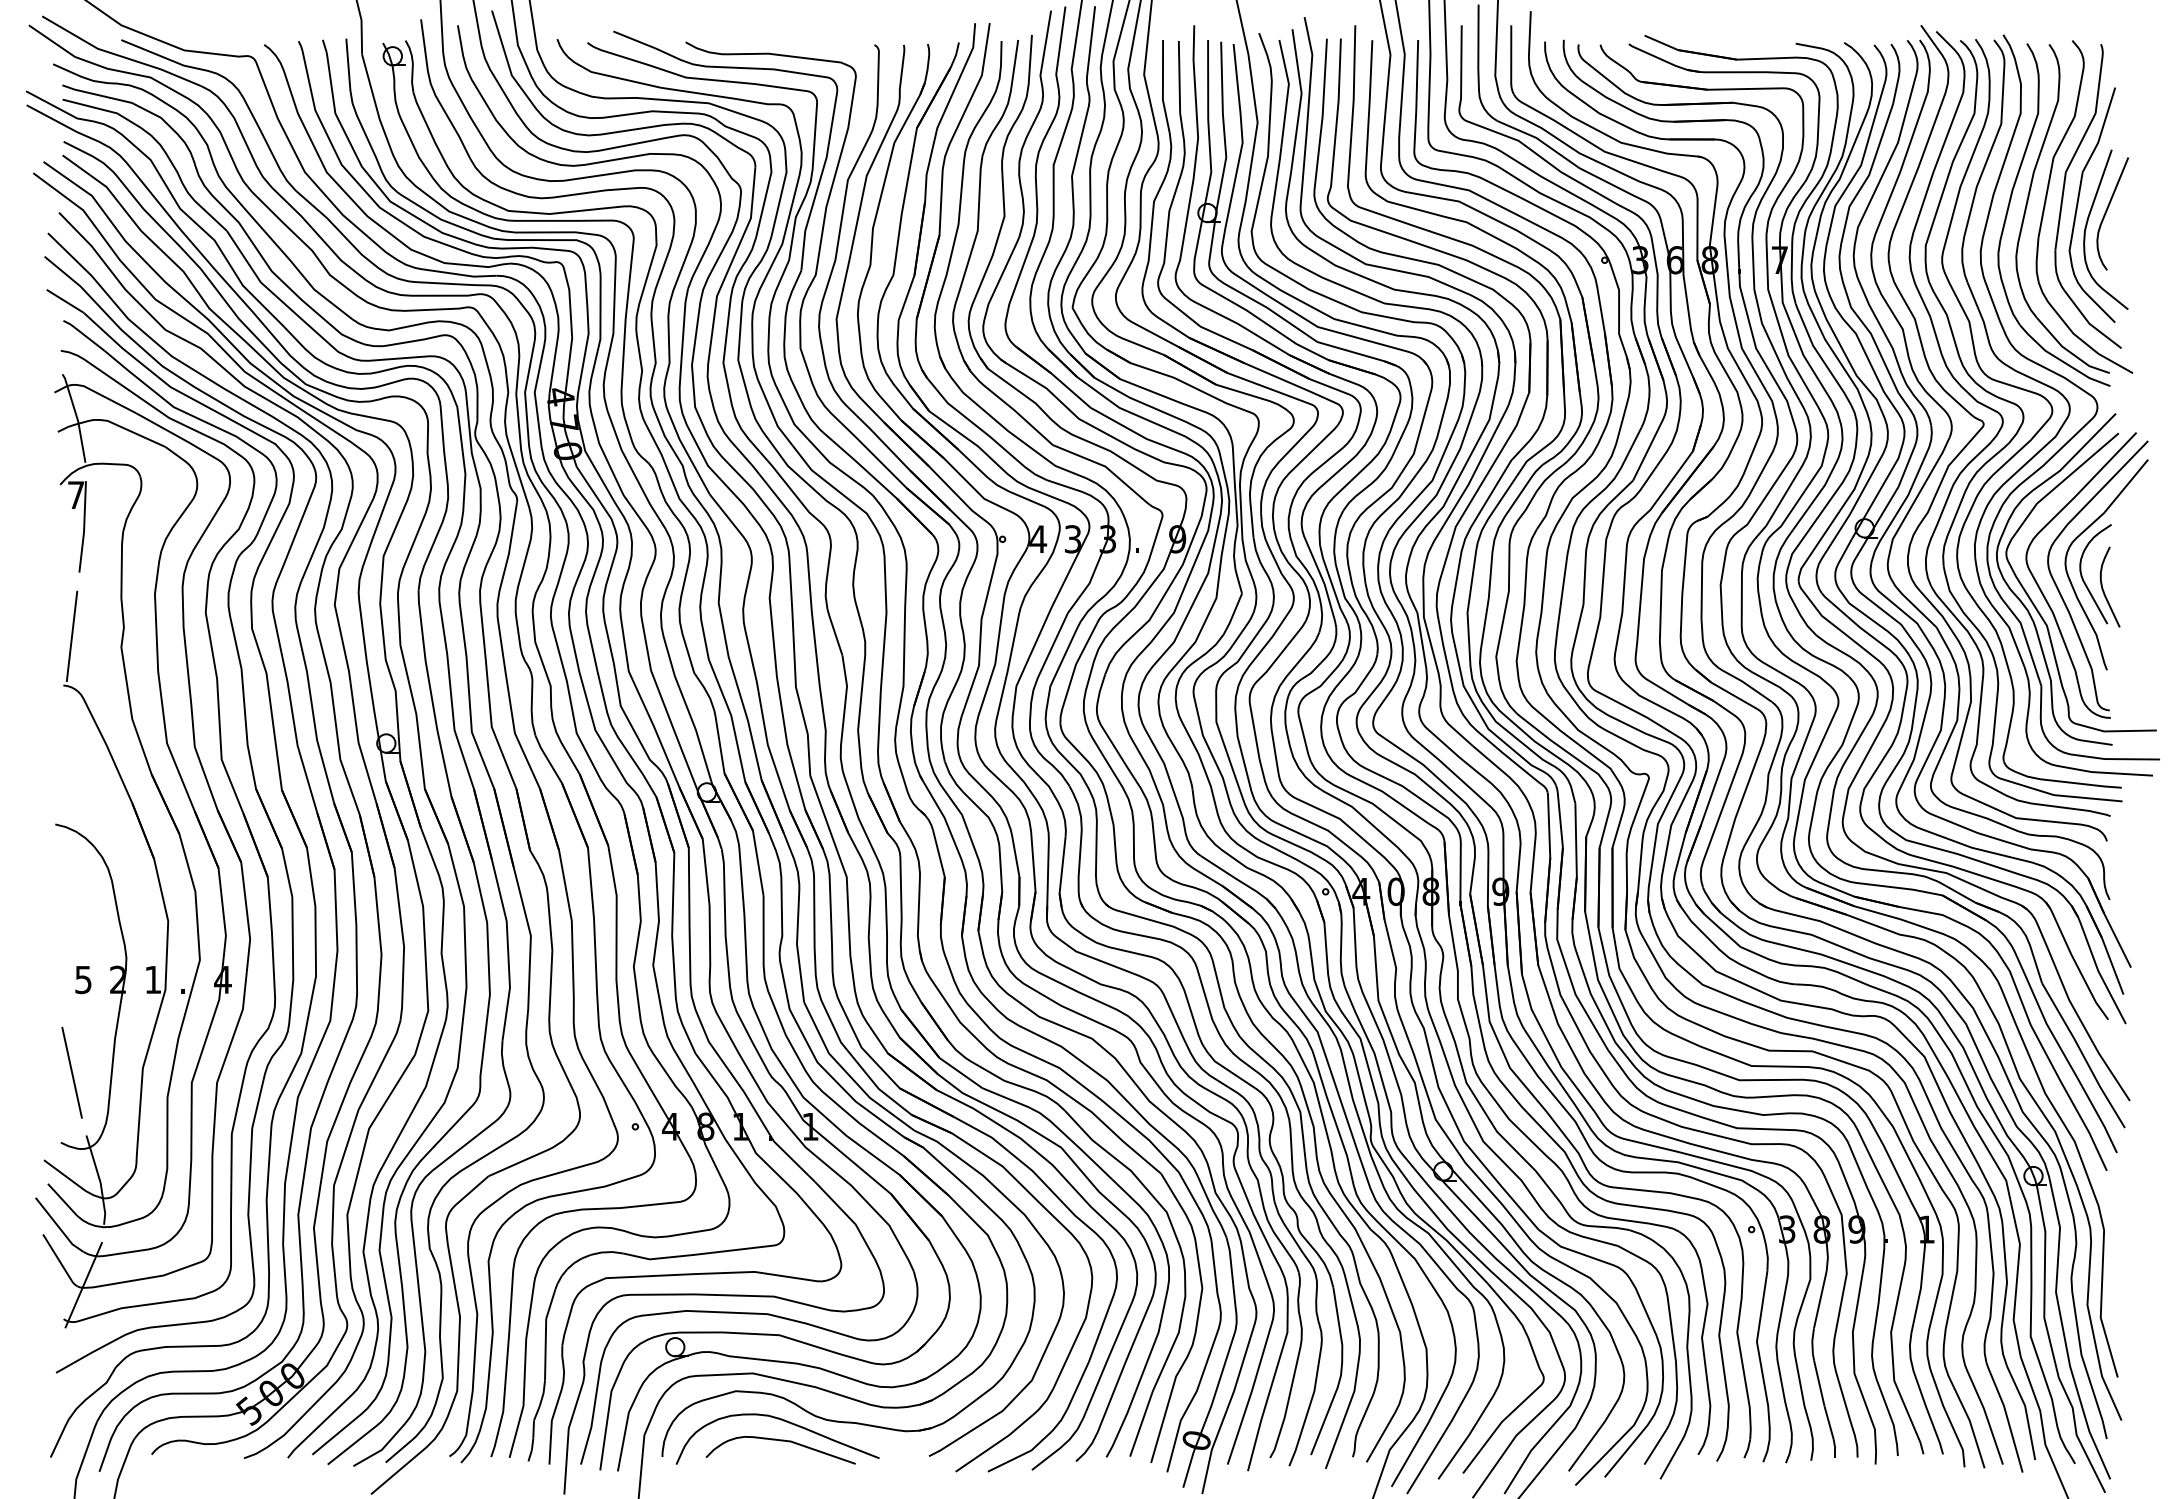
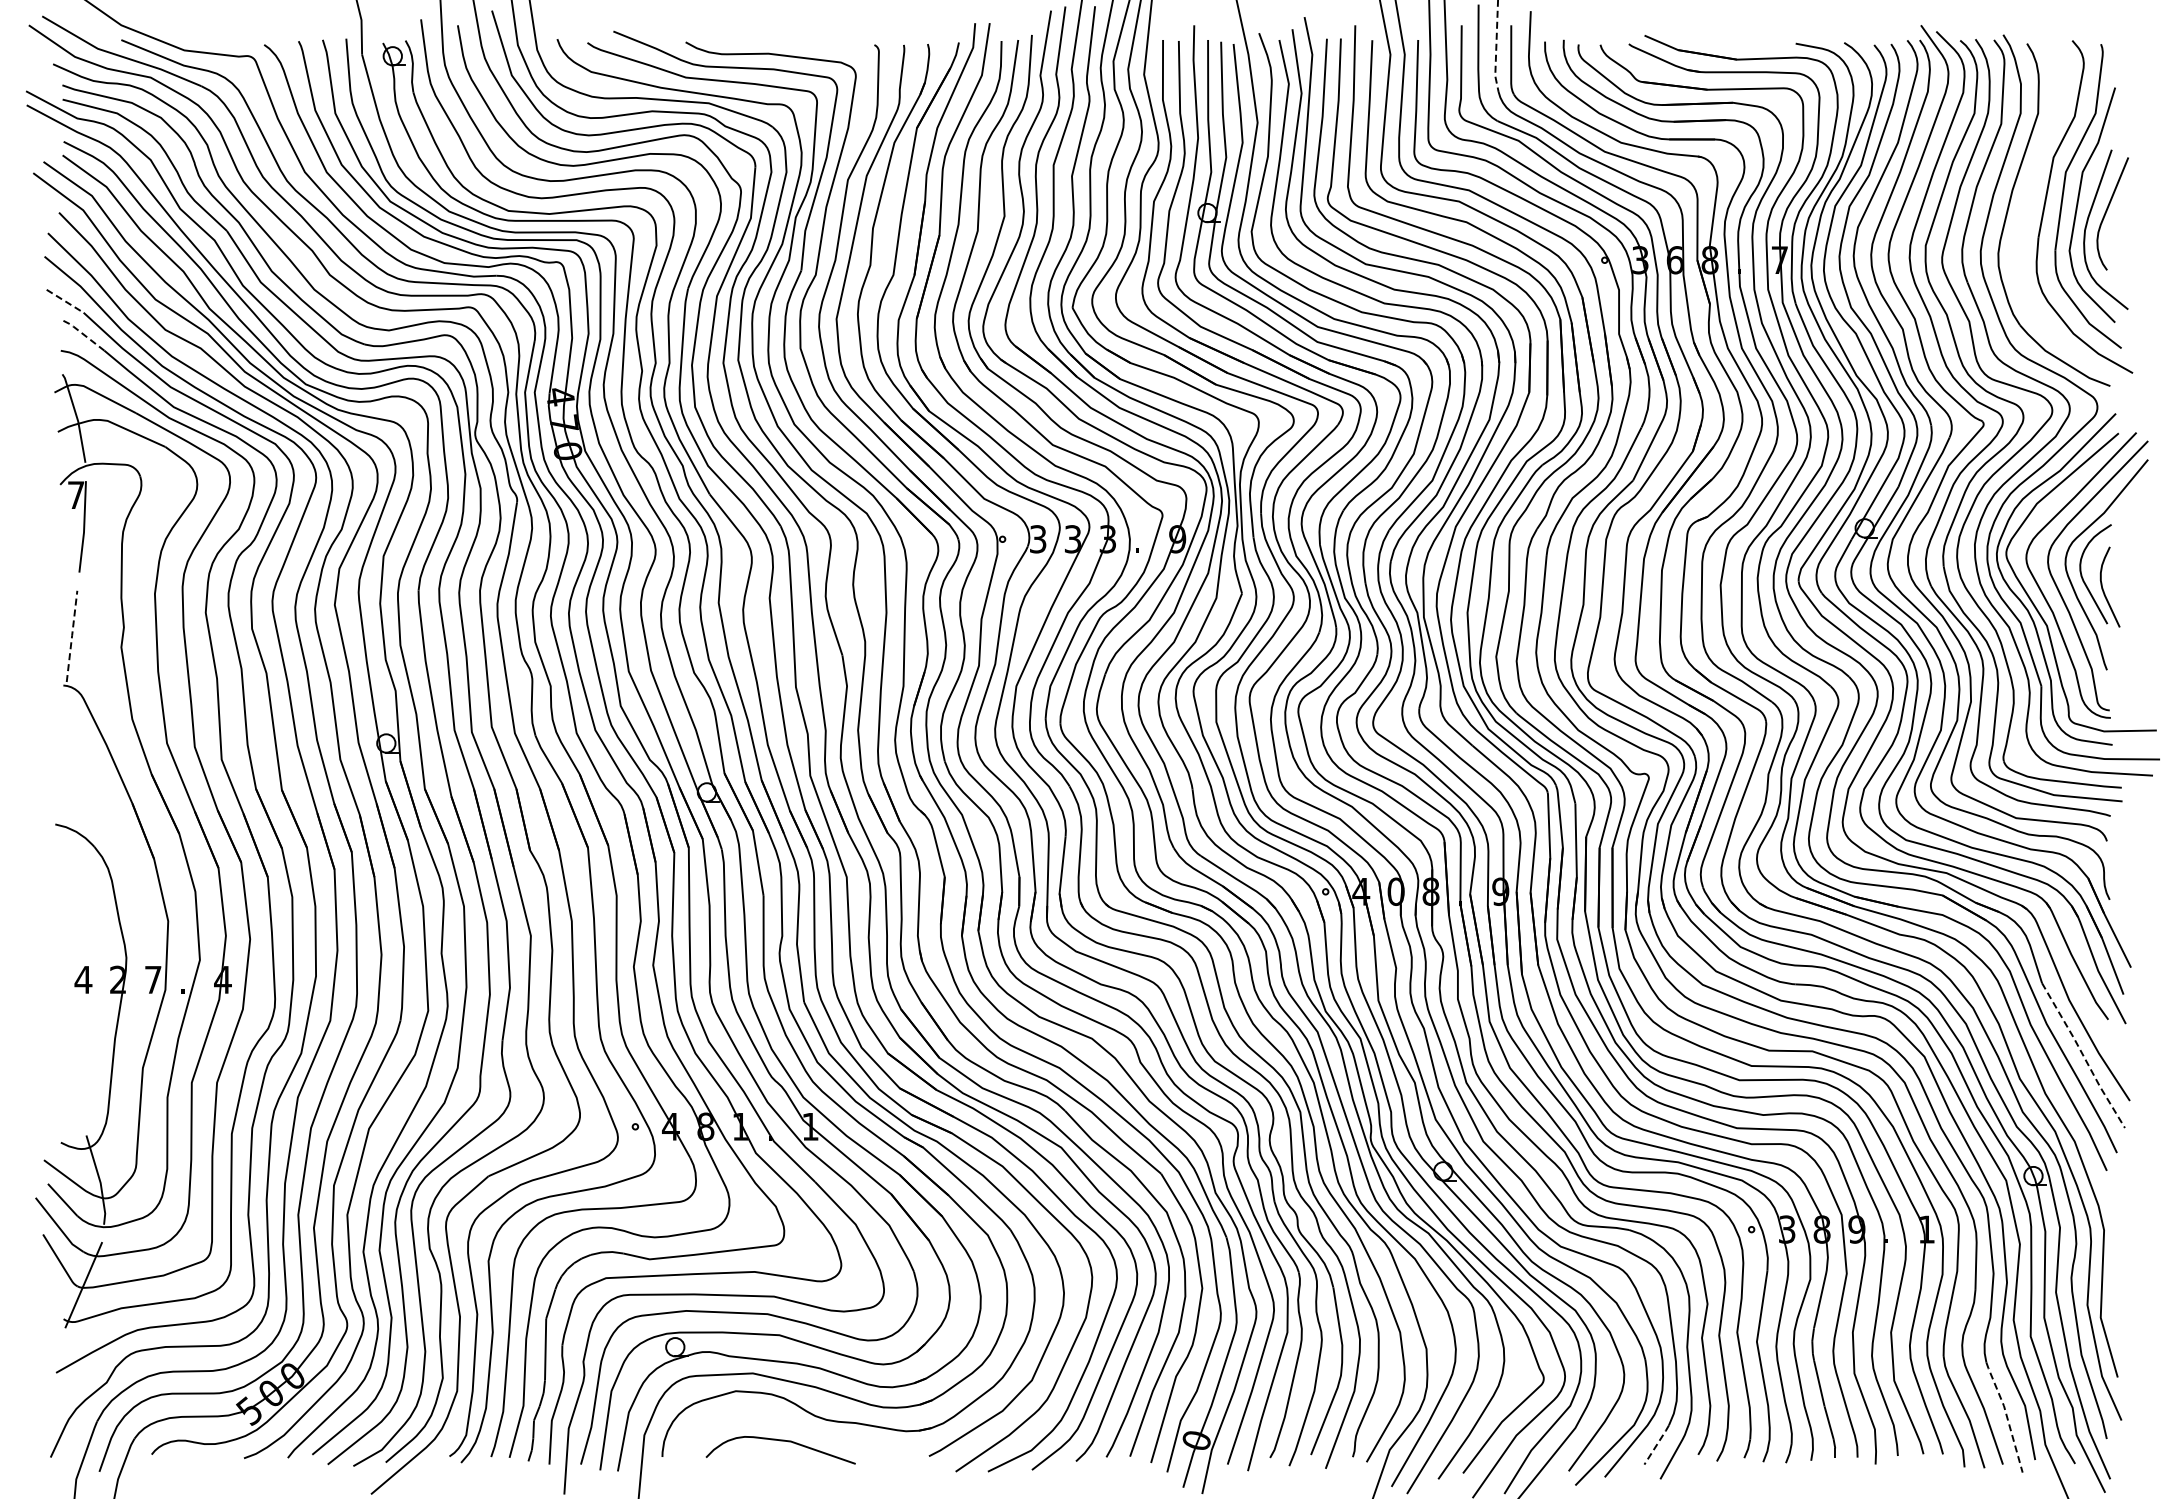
line at (1496, 47): solid -> dashed
part at (2028, 201): present -> none
line at (65, 301): solid -> dashed
line at (83, 334): solid -> dashed
text at (1038, 539): 4 -> 3
line at (72, 635): solid -> dashed
text at (153, 979): 1 -> 7
text at (83, 980): 5 -> 4
line at (2083, 1056): solid -> dashed
line at (71, 1072): present -> none
line at (2006, 1415): solid -> dashed
curve at (783, 1421): present -> none
line at (1657, 1444): solid -> dashed
